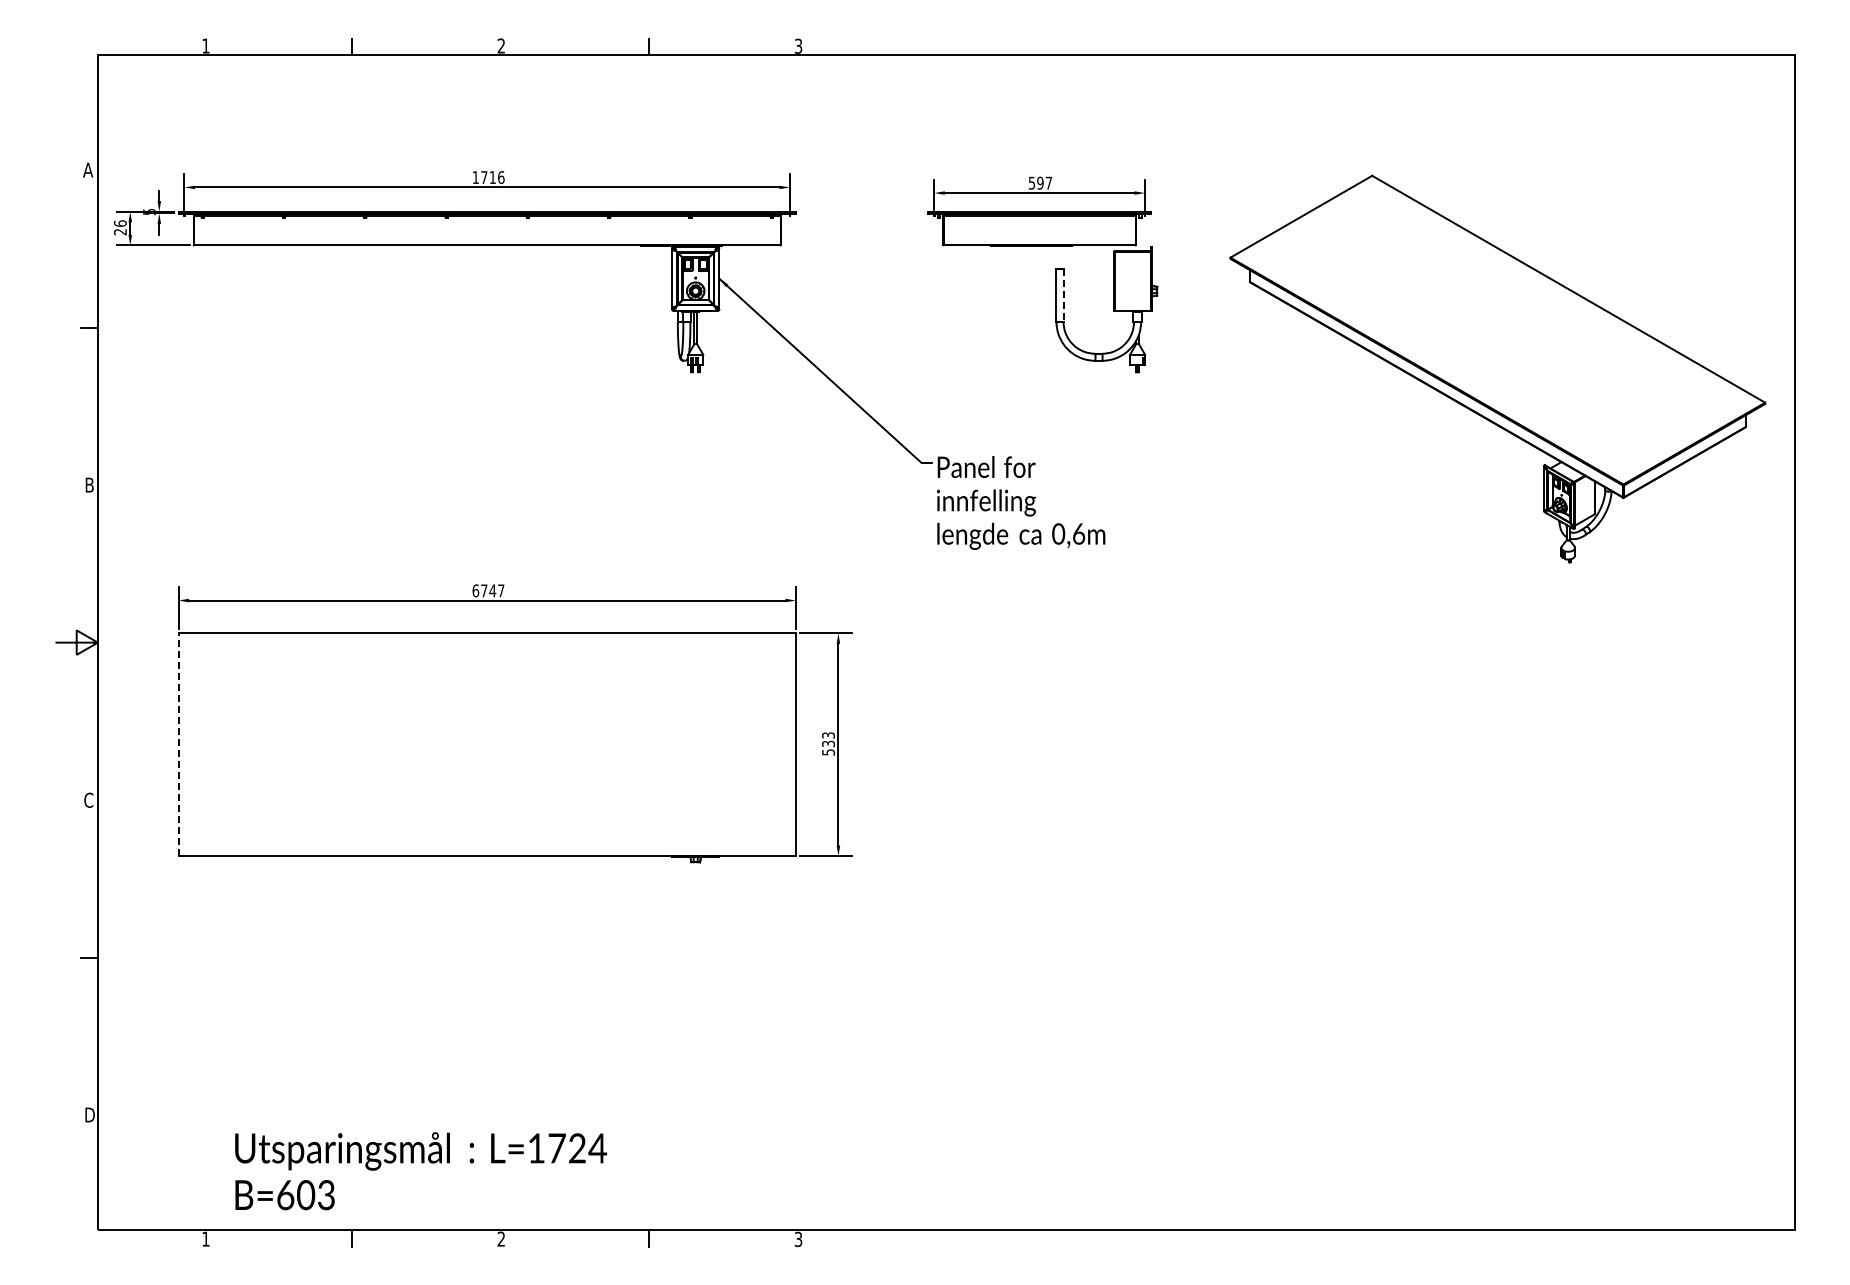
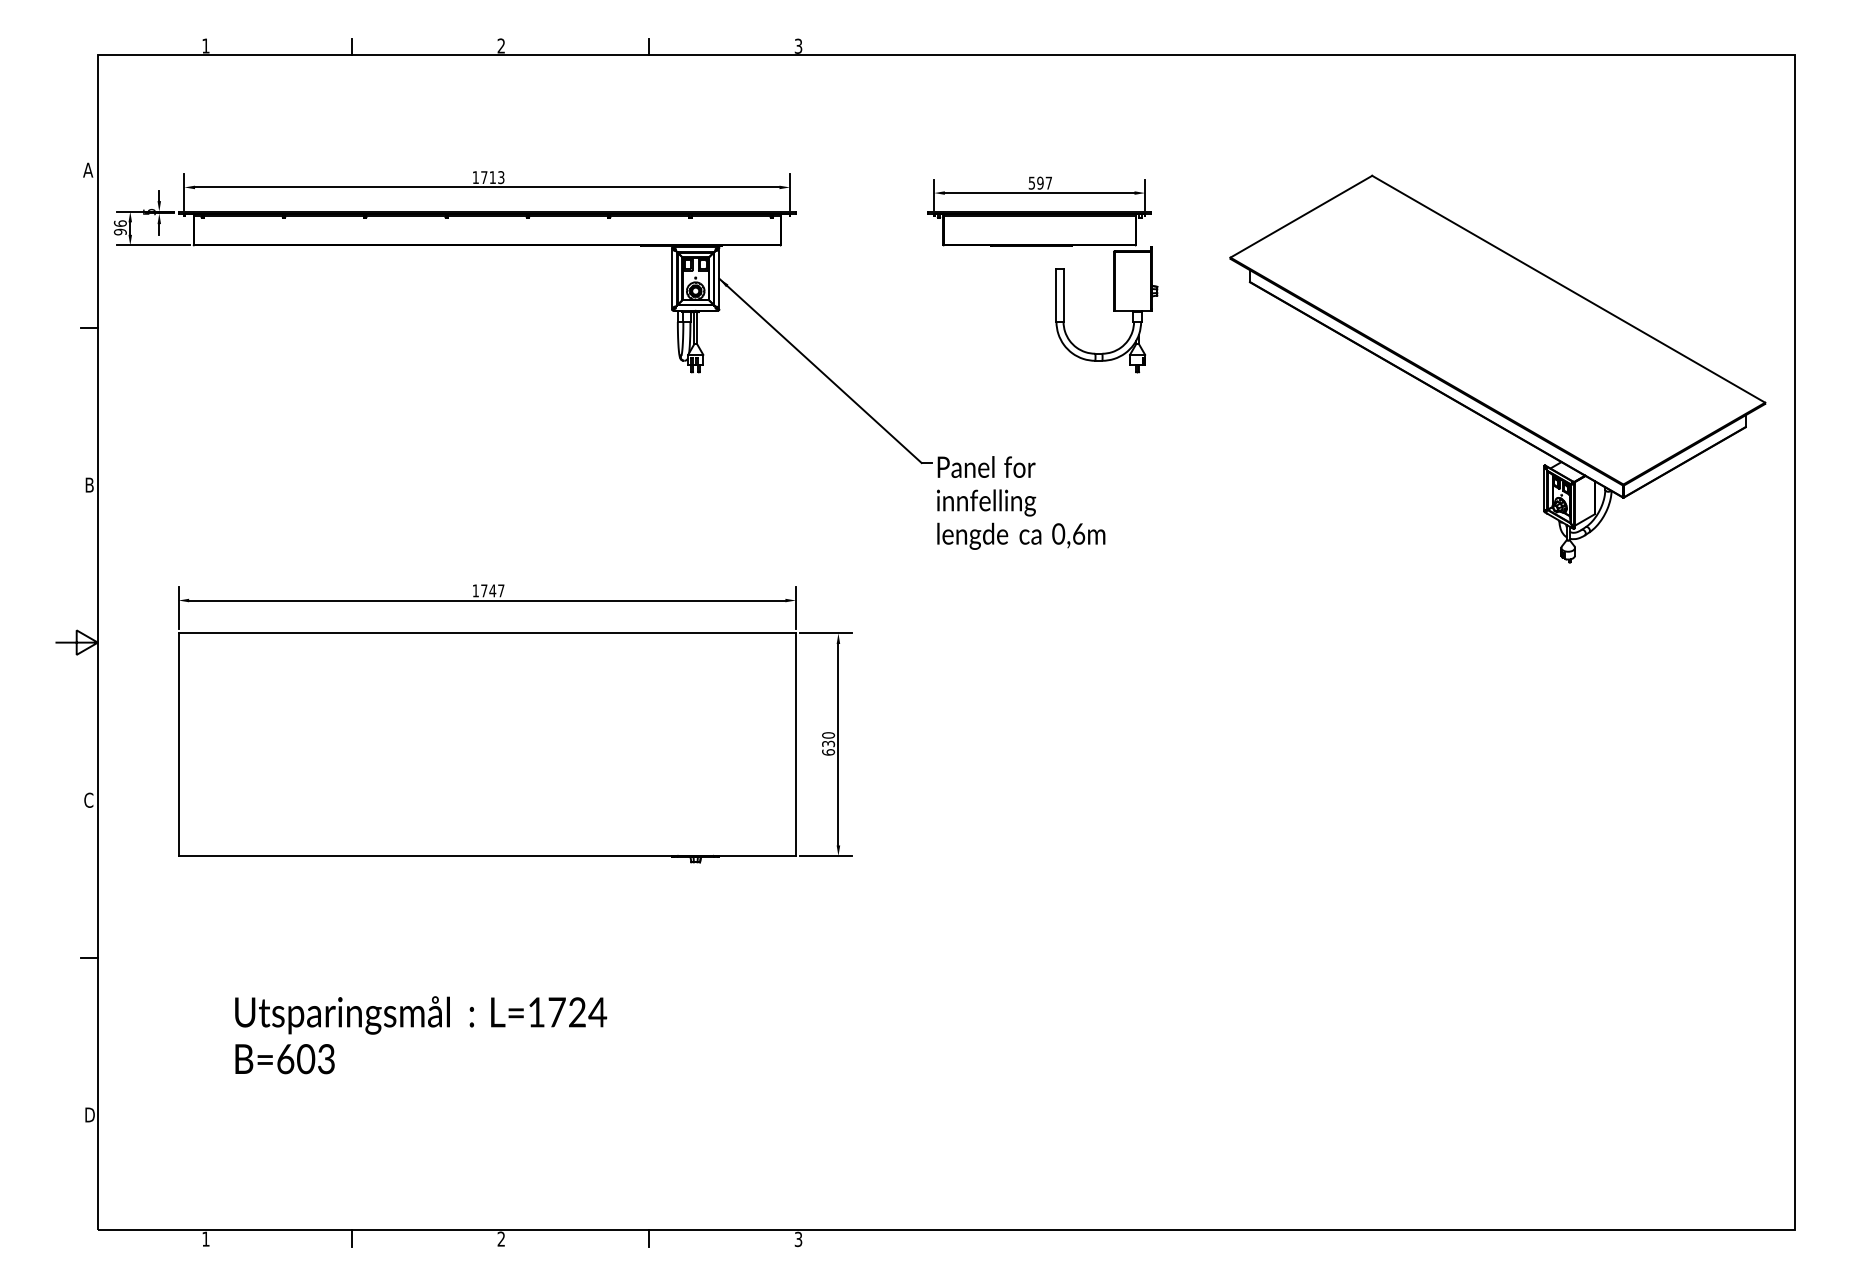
text at (501, 177): 1716 -> 1713
text at (120, 231): 26 -> 96
line at (1063, 295): dashed -> solid
text at (475, 590): 6747 -> 1747
text at (828, 743): 533 -> 630
line at (178, 744): dashed -> solid
text at (421, 1171) position: (421, 1171) -> (421, 1035)
